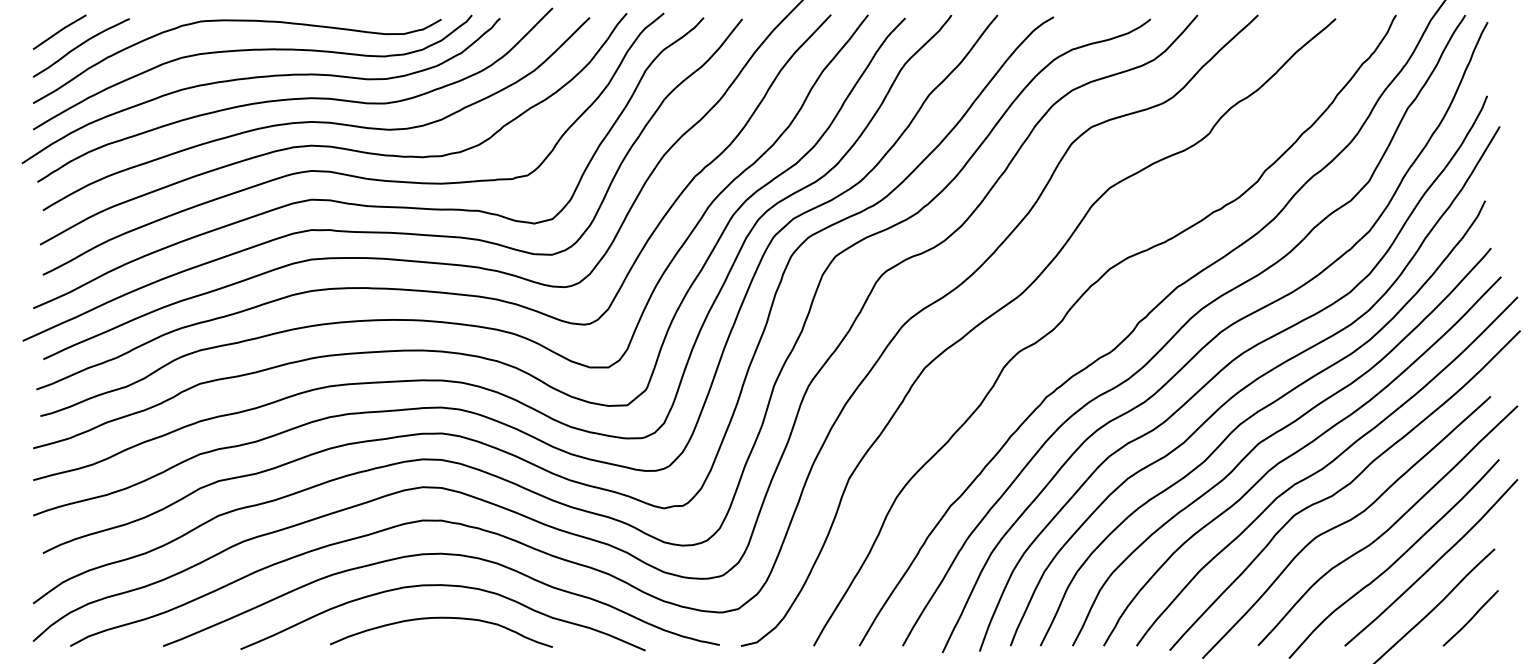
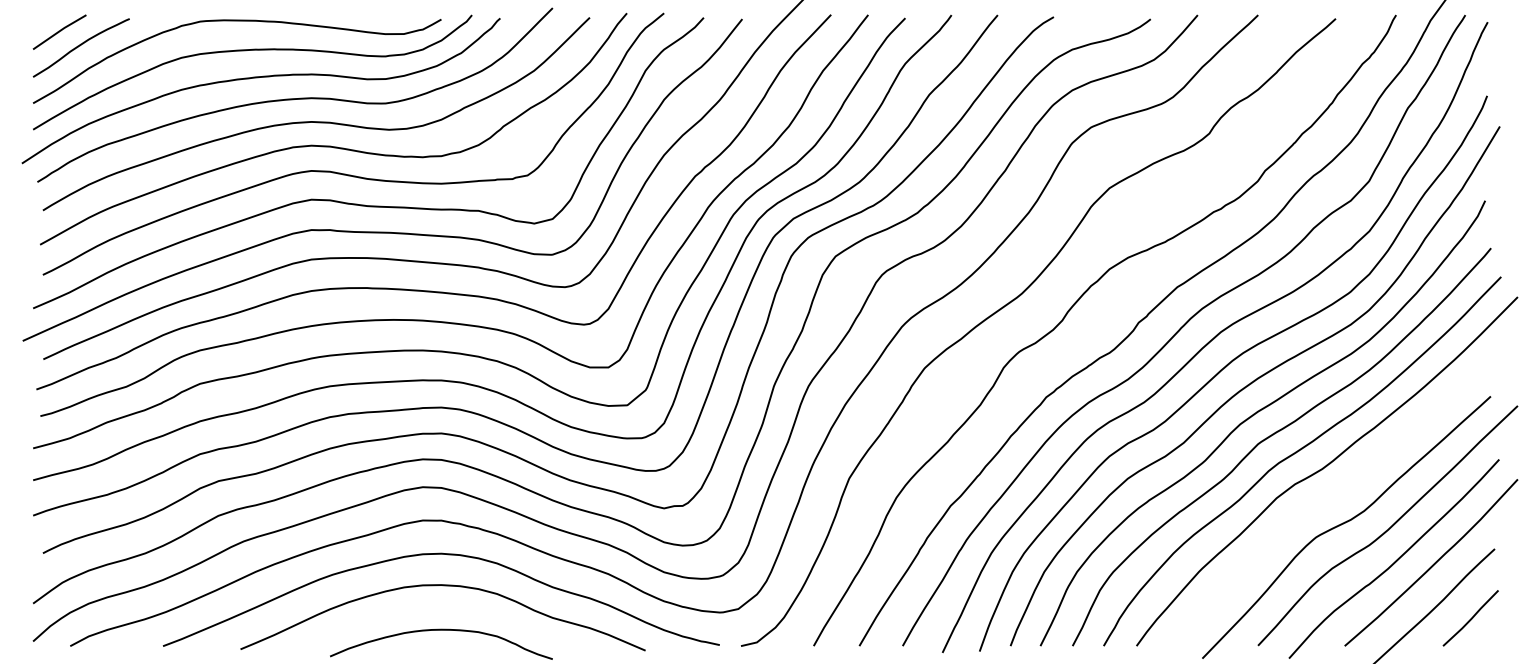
curve at (1343, 489): present -> none
curve at (441, 618) position: (441, 618) -> (441, 630)
